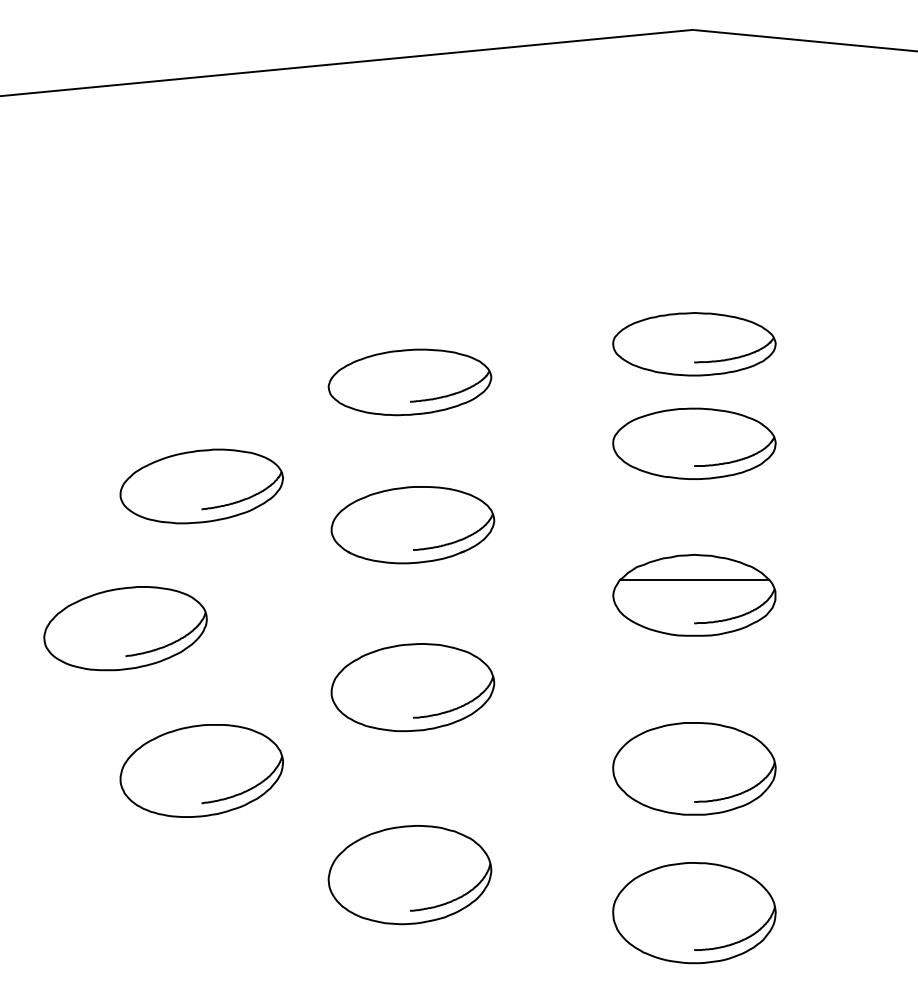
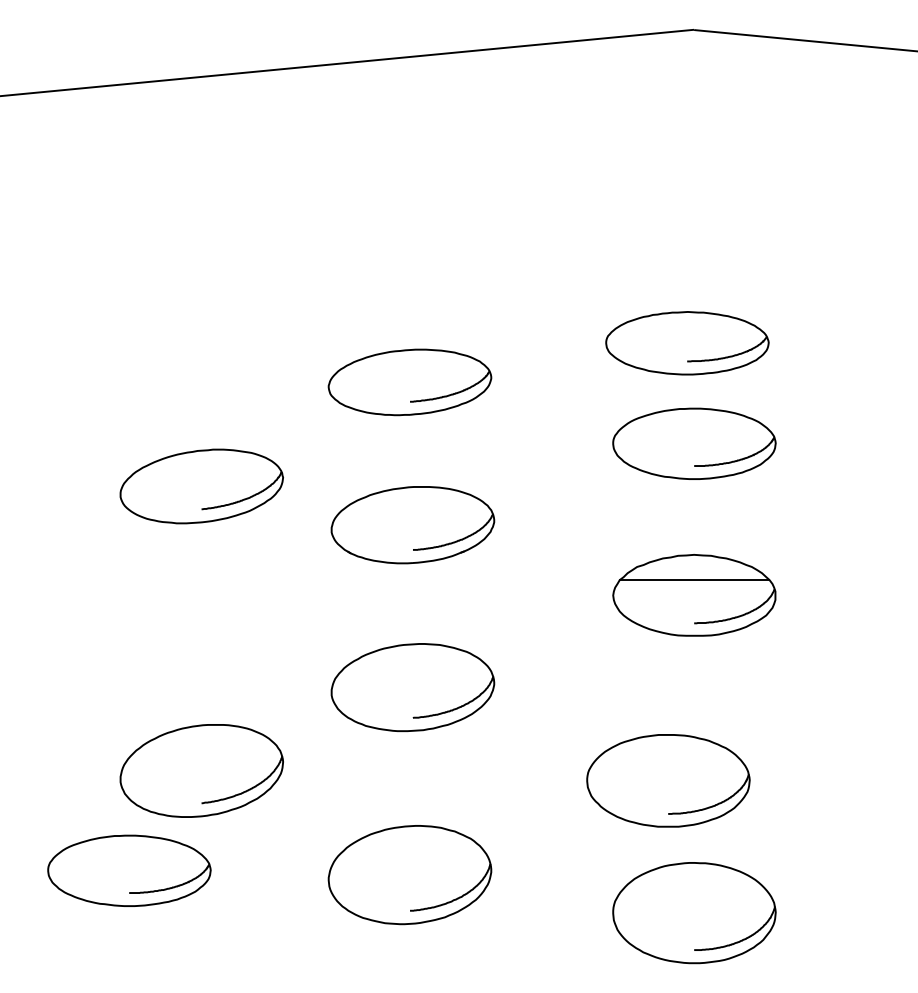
part at (694, 344) position: (694, 344) -> (687, 343)
part at (125, 628): present -> none
part at (694, 768) position: (694, 768) -> (668, 780)
part at (129, 870): none -> present
